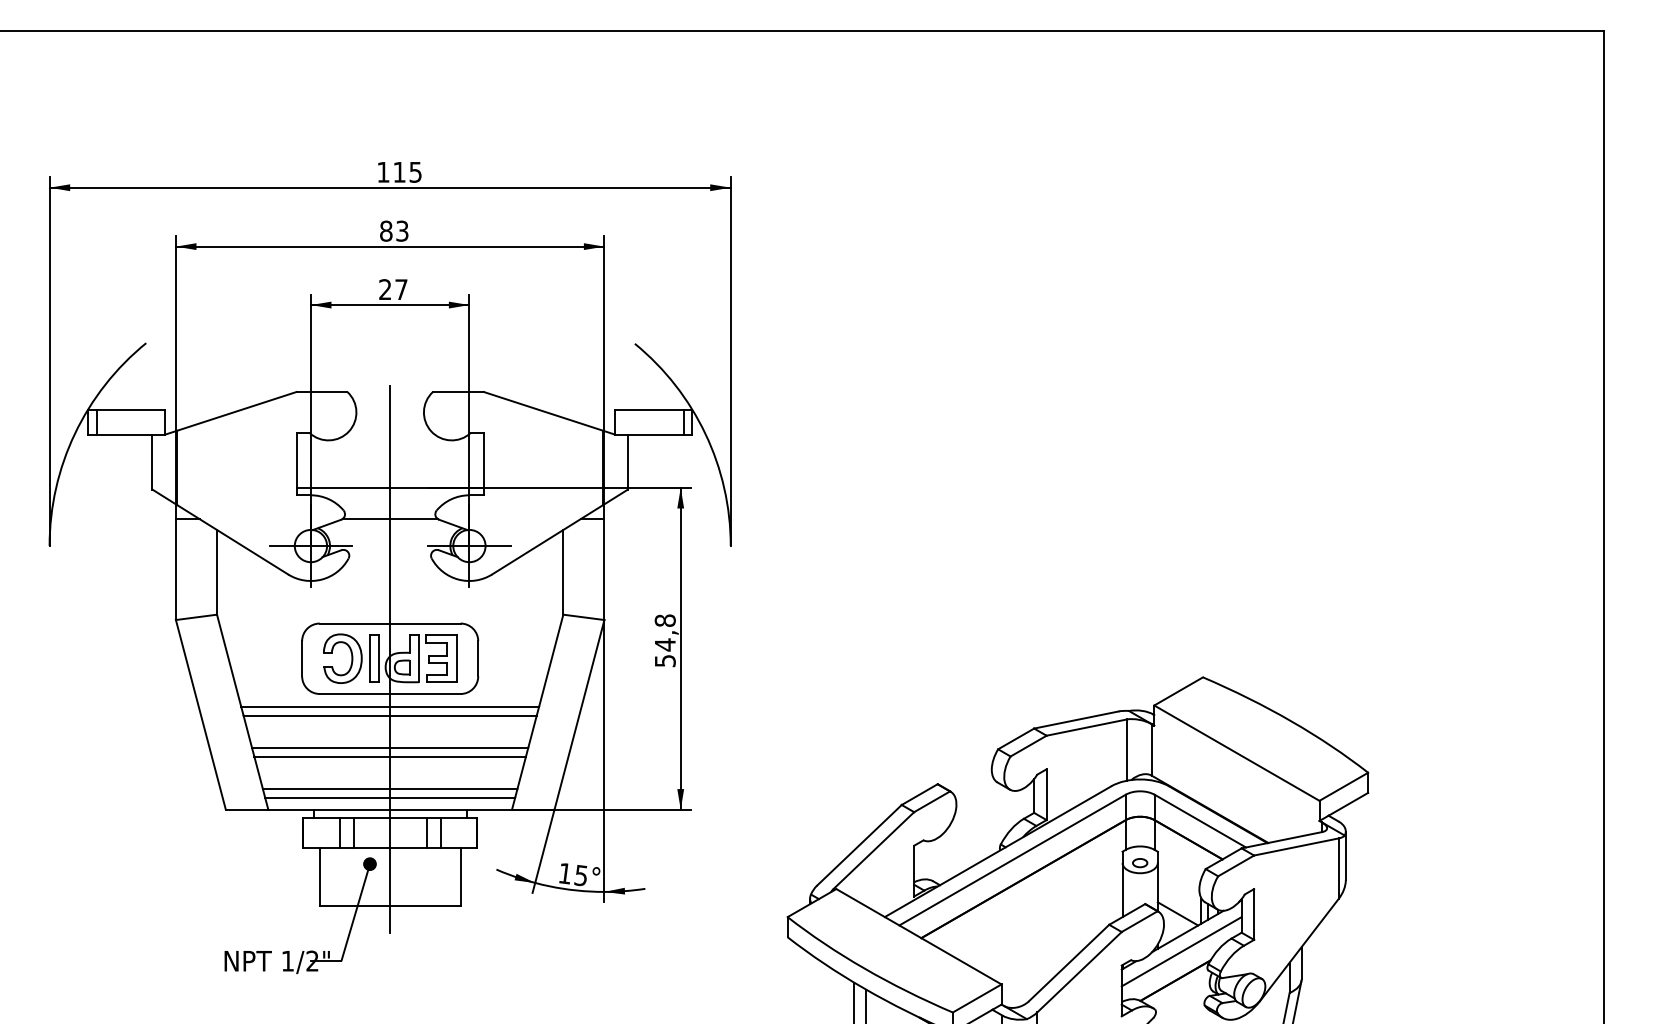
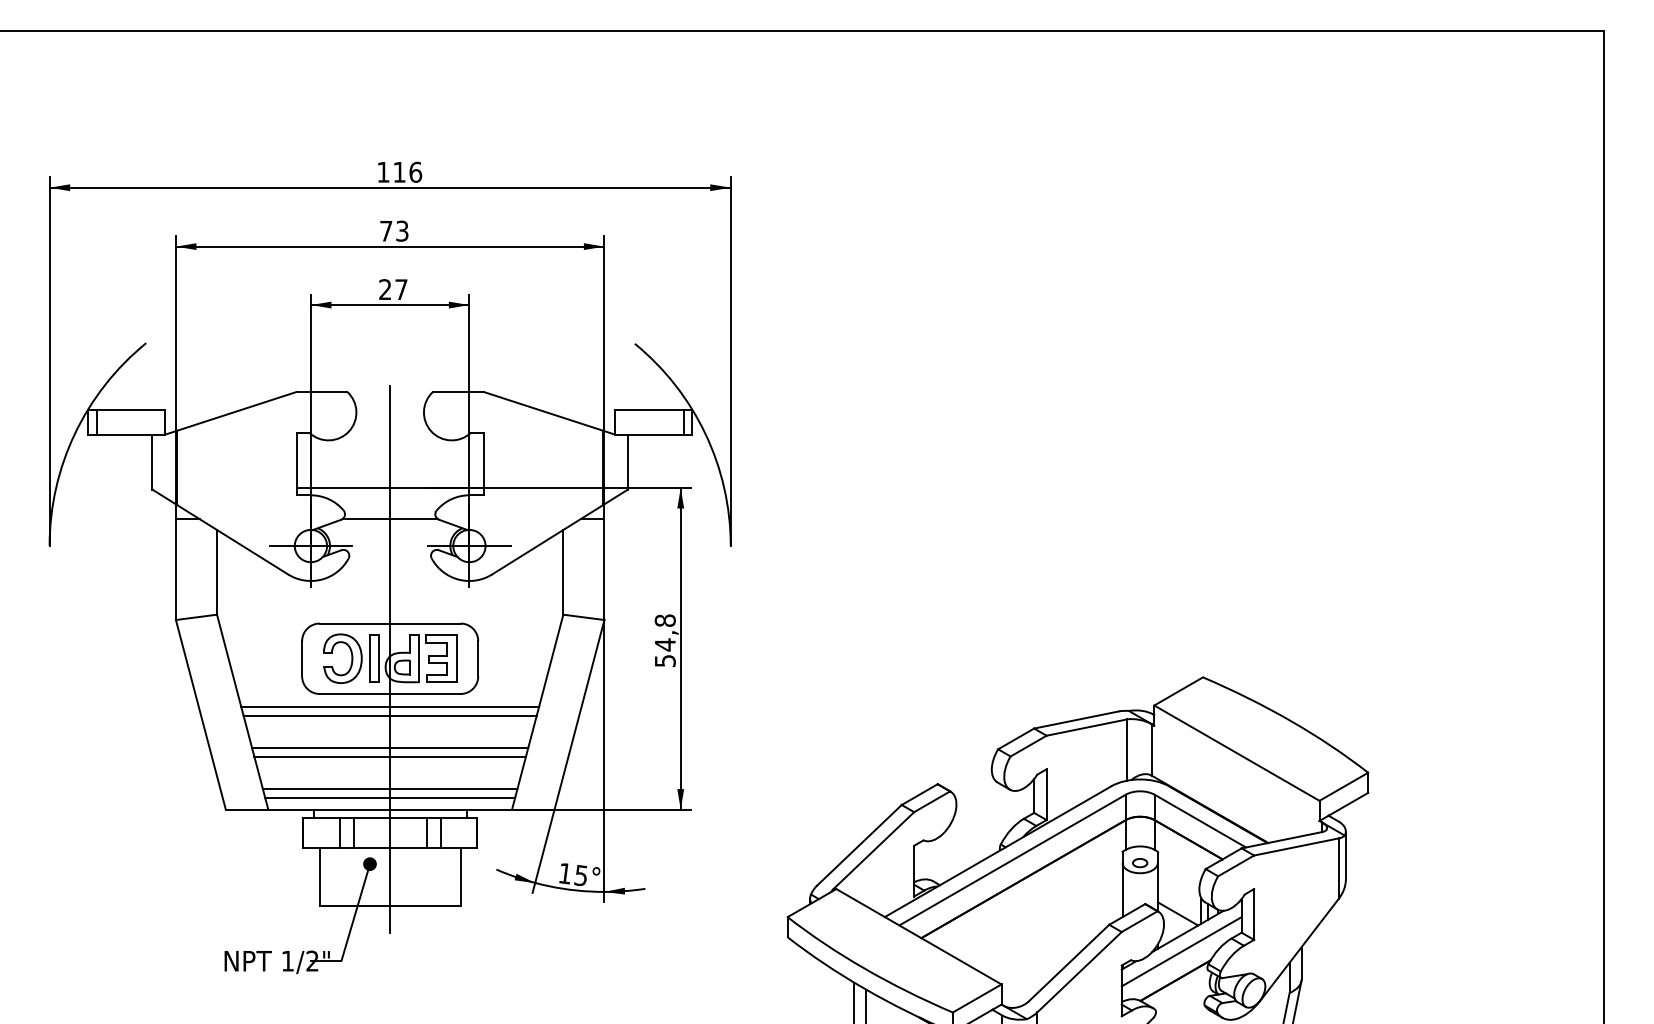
text at (415, 171): 115 -> 116
text at (386, 230): 83 -> 73
